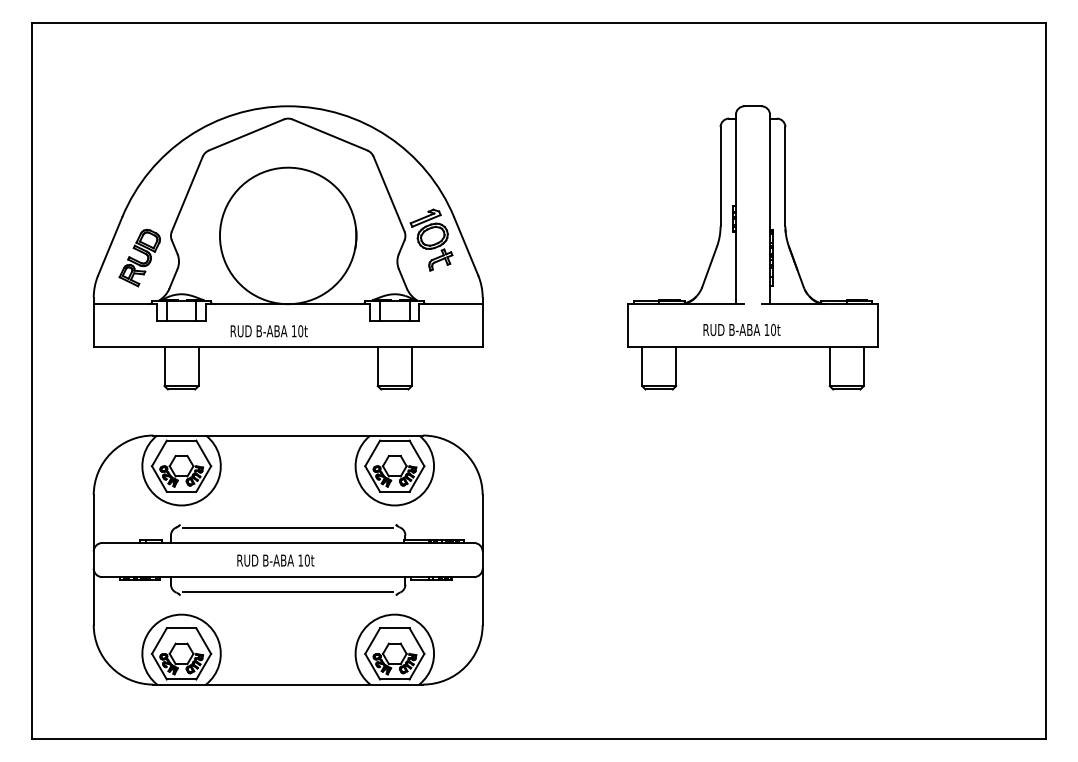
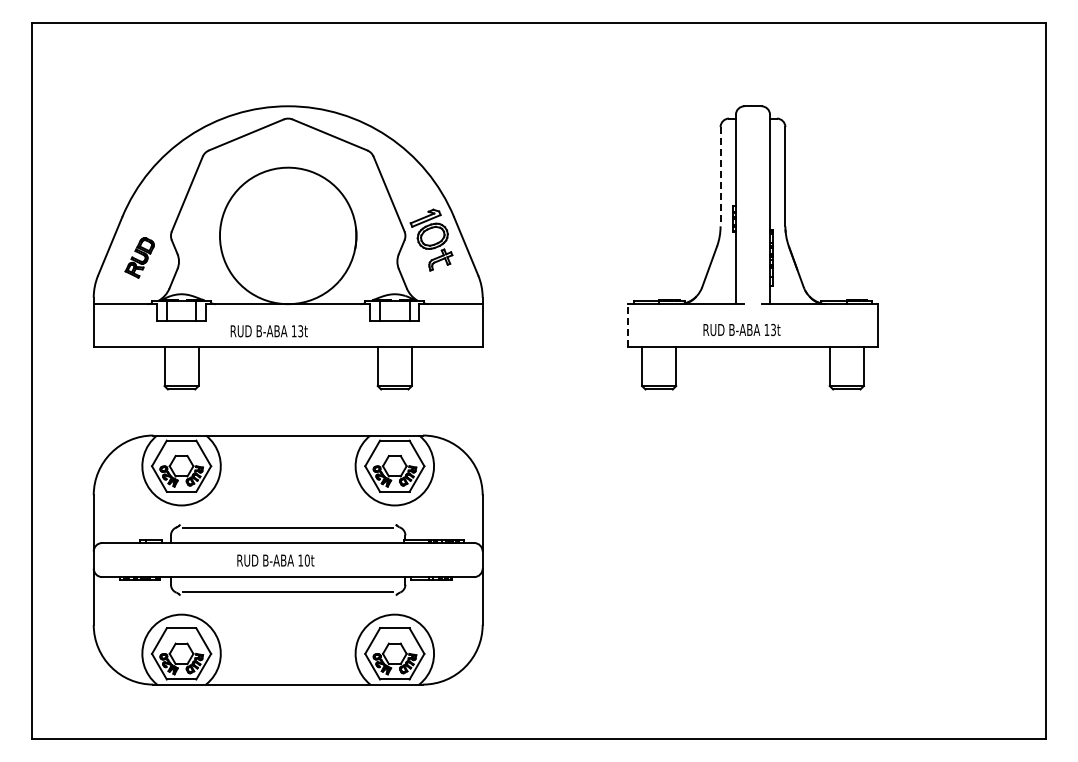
line at (720, 176): solid -> dashed
part at (139, 257) size: 43x60 px -> 31x42 px
line at (628, 325): solid -> dashed
text at (773, 330): 10t -> 13t
text at (300, 331): 10t -> 13t
